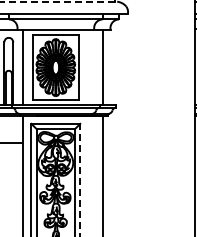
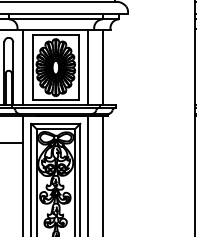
line at (59, 1): dashed -> solid
line at (88, 67): none -> present
line at (88, 174): none -> present
line at (80, 179): dashed -> solid
